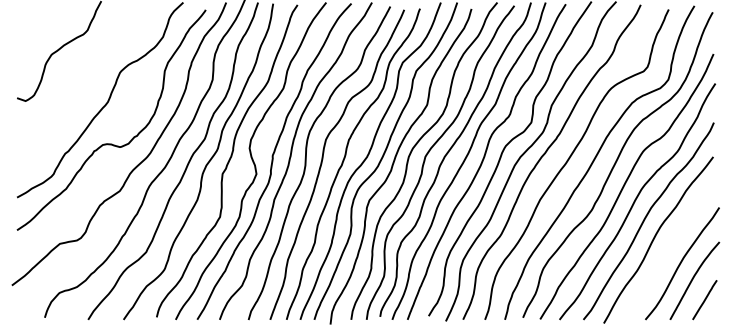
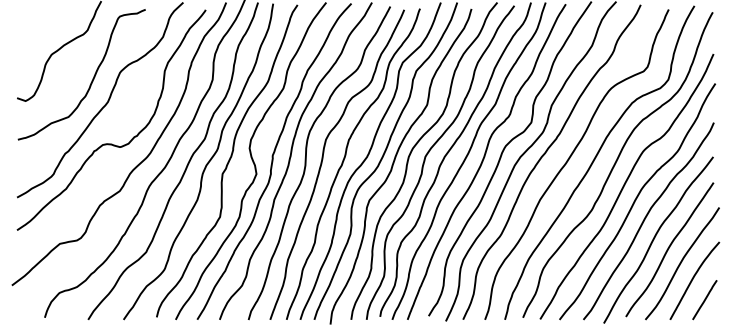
curve at (91, 80): none -> present
curve at (669, 248): none -> present
